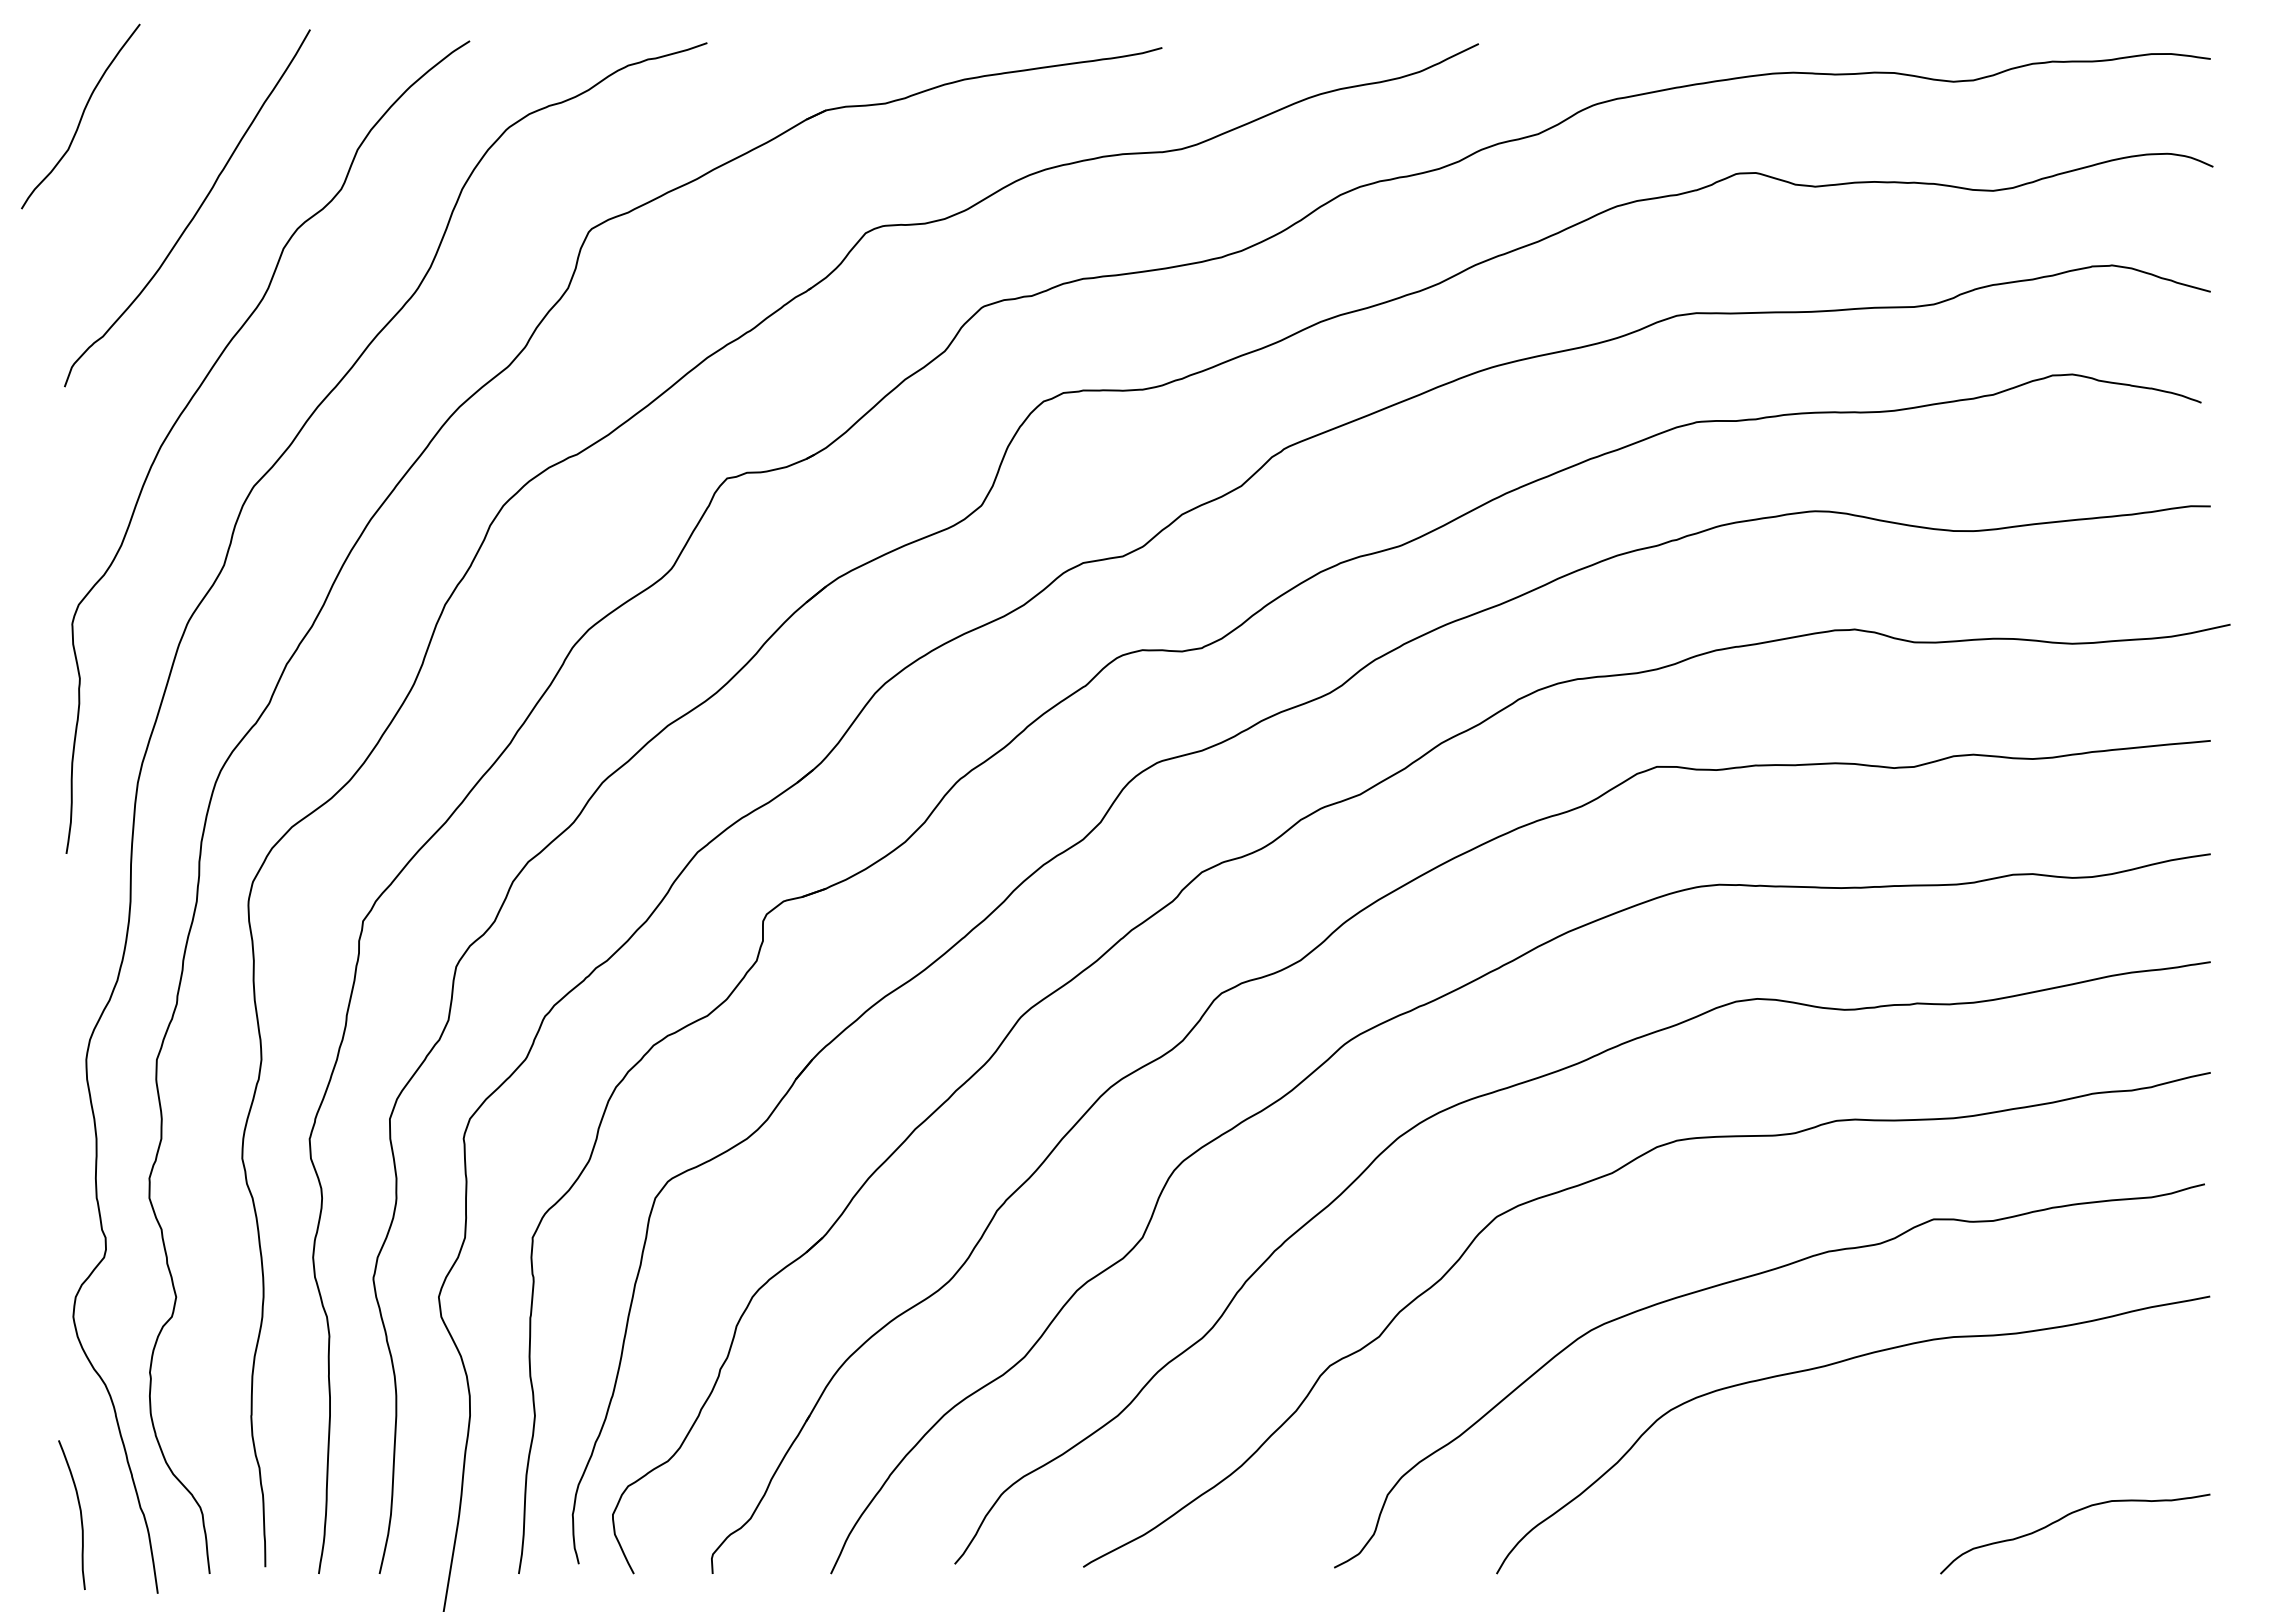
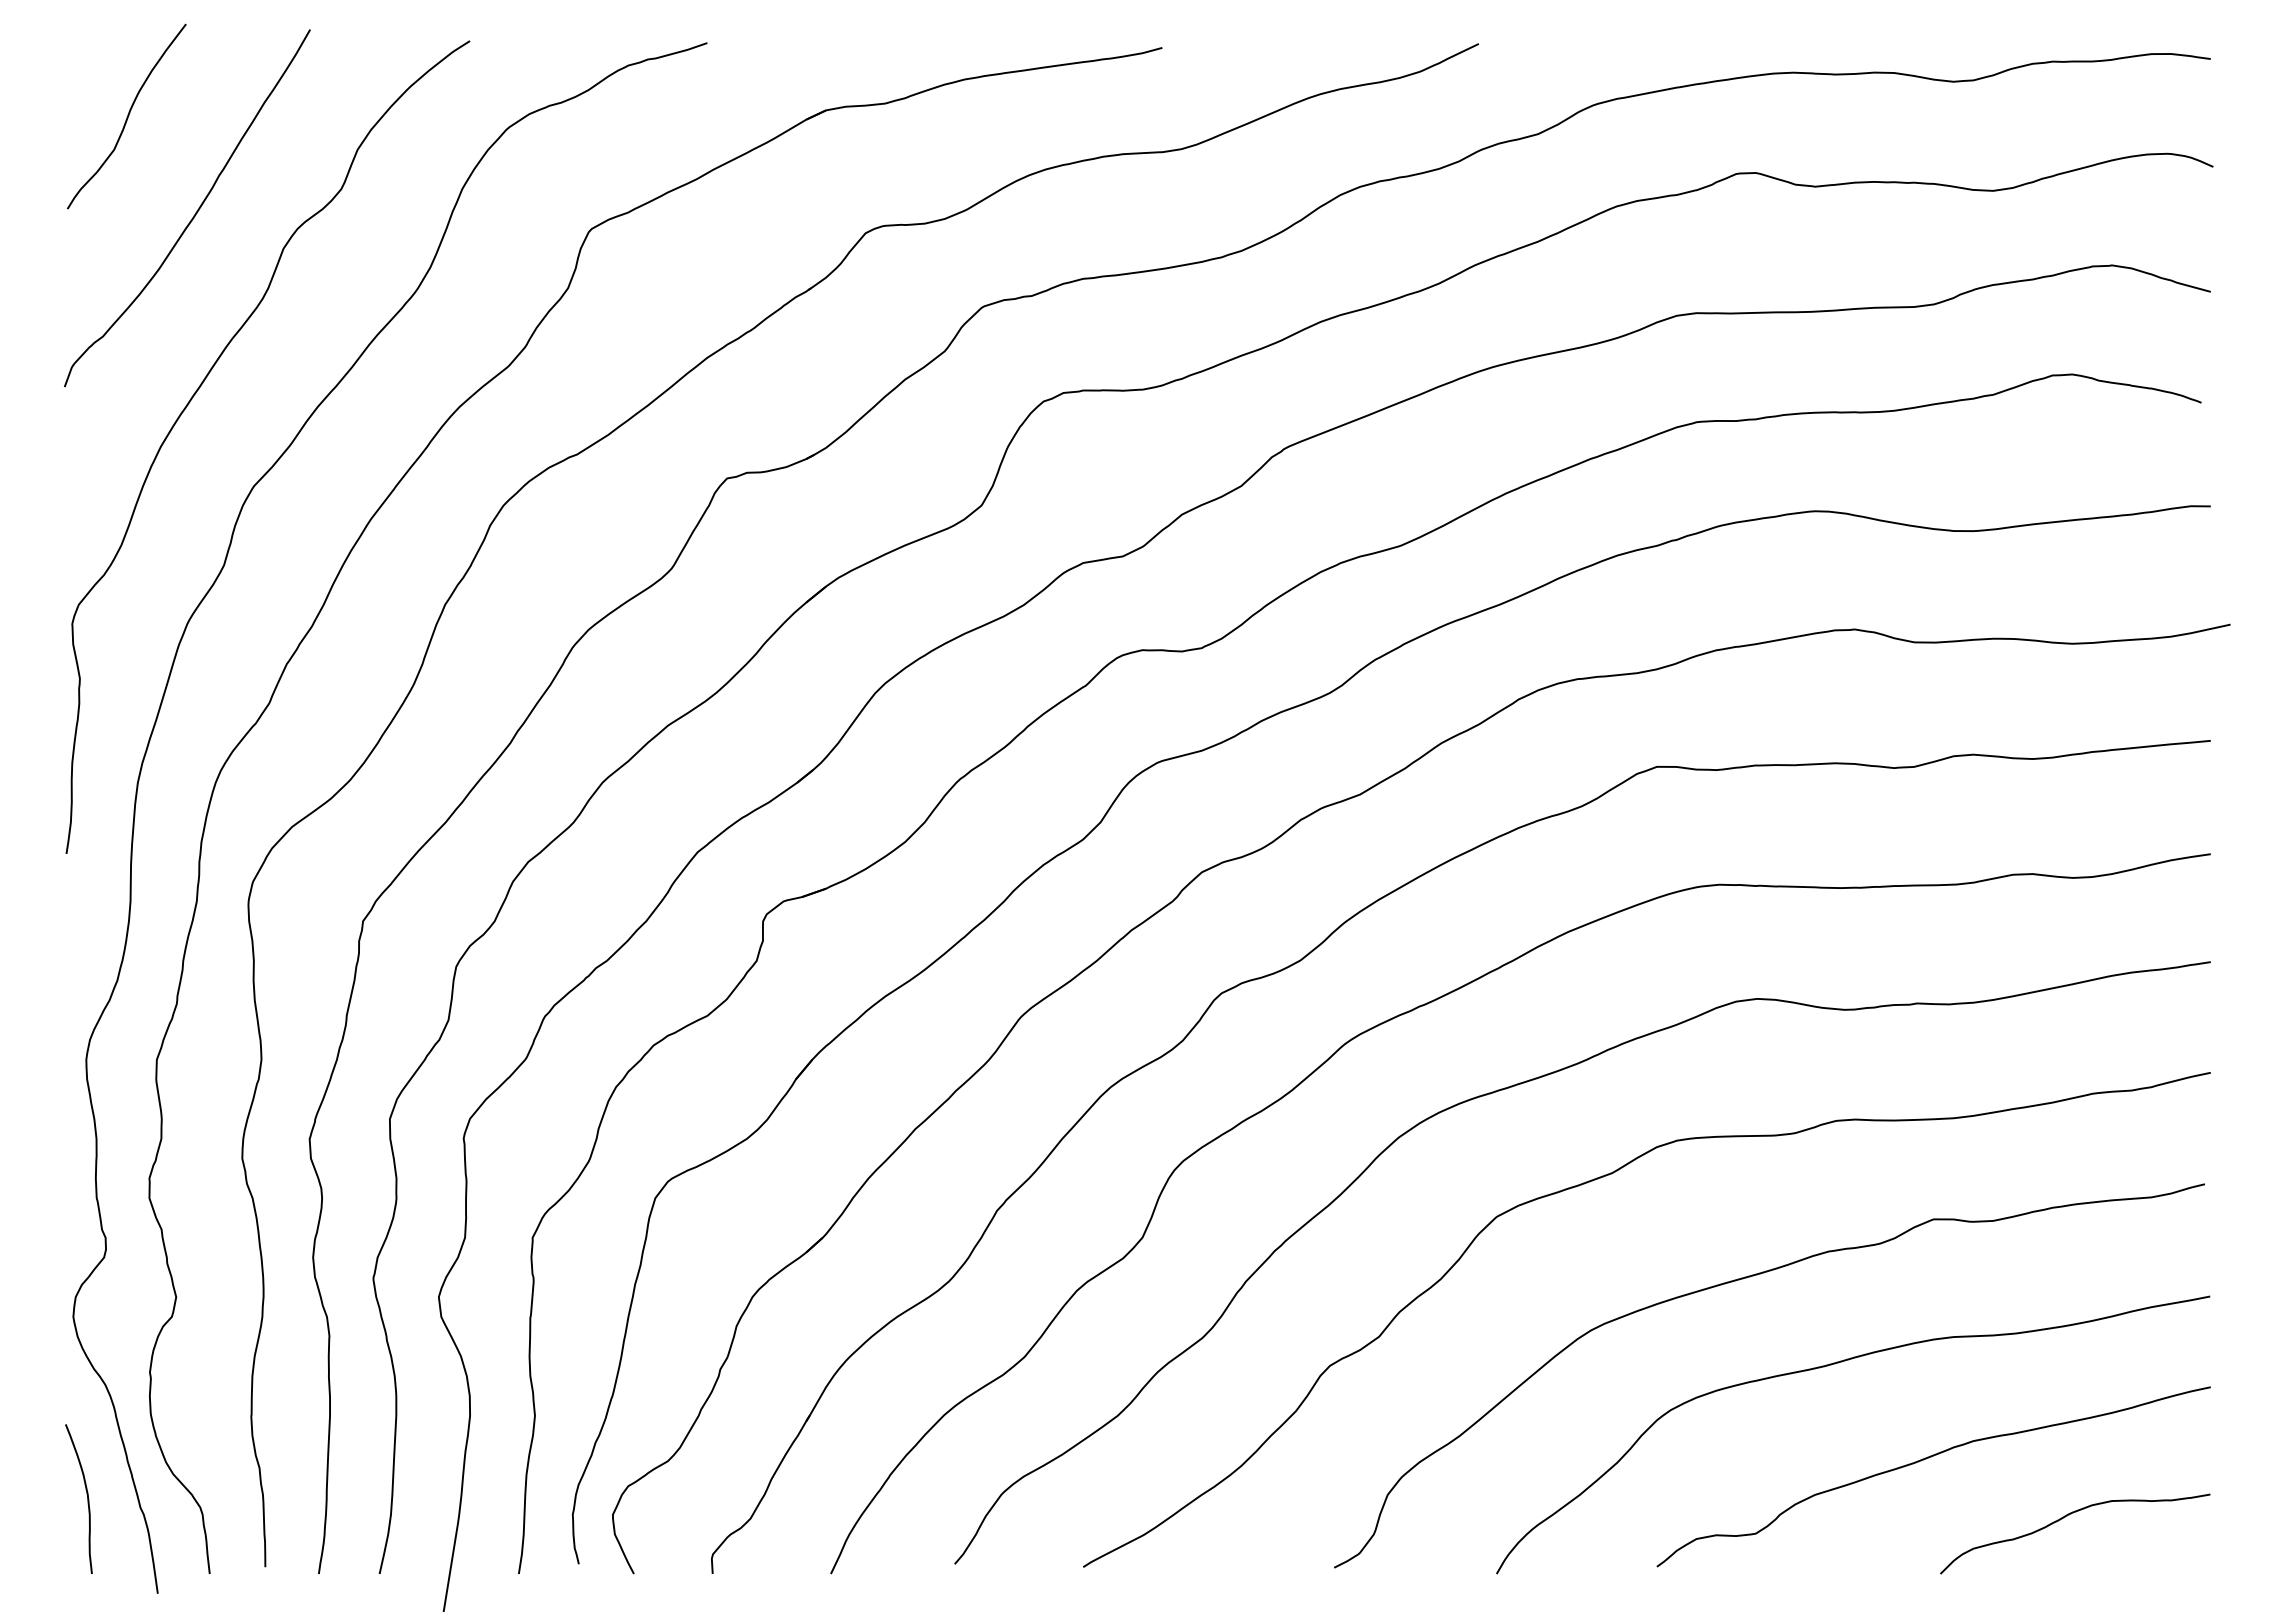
curve at (81, 116) position: (81, 116) -> (127, 116)
curve at (1926, 1459): none -> present
curve at (79, 1510) position: (79, 1510) -> (86, 1494)
